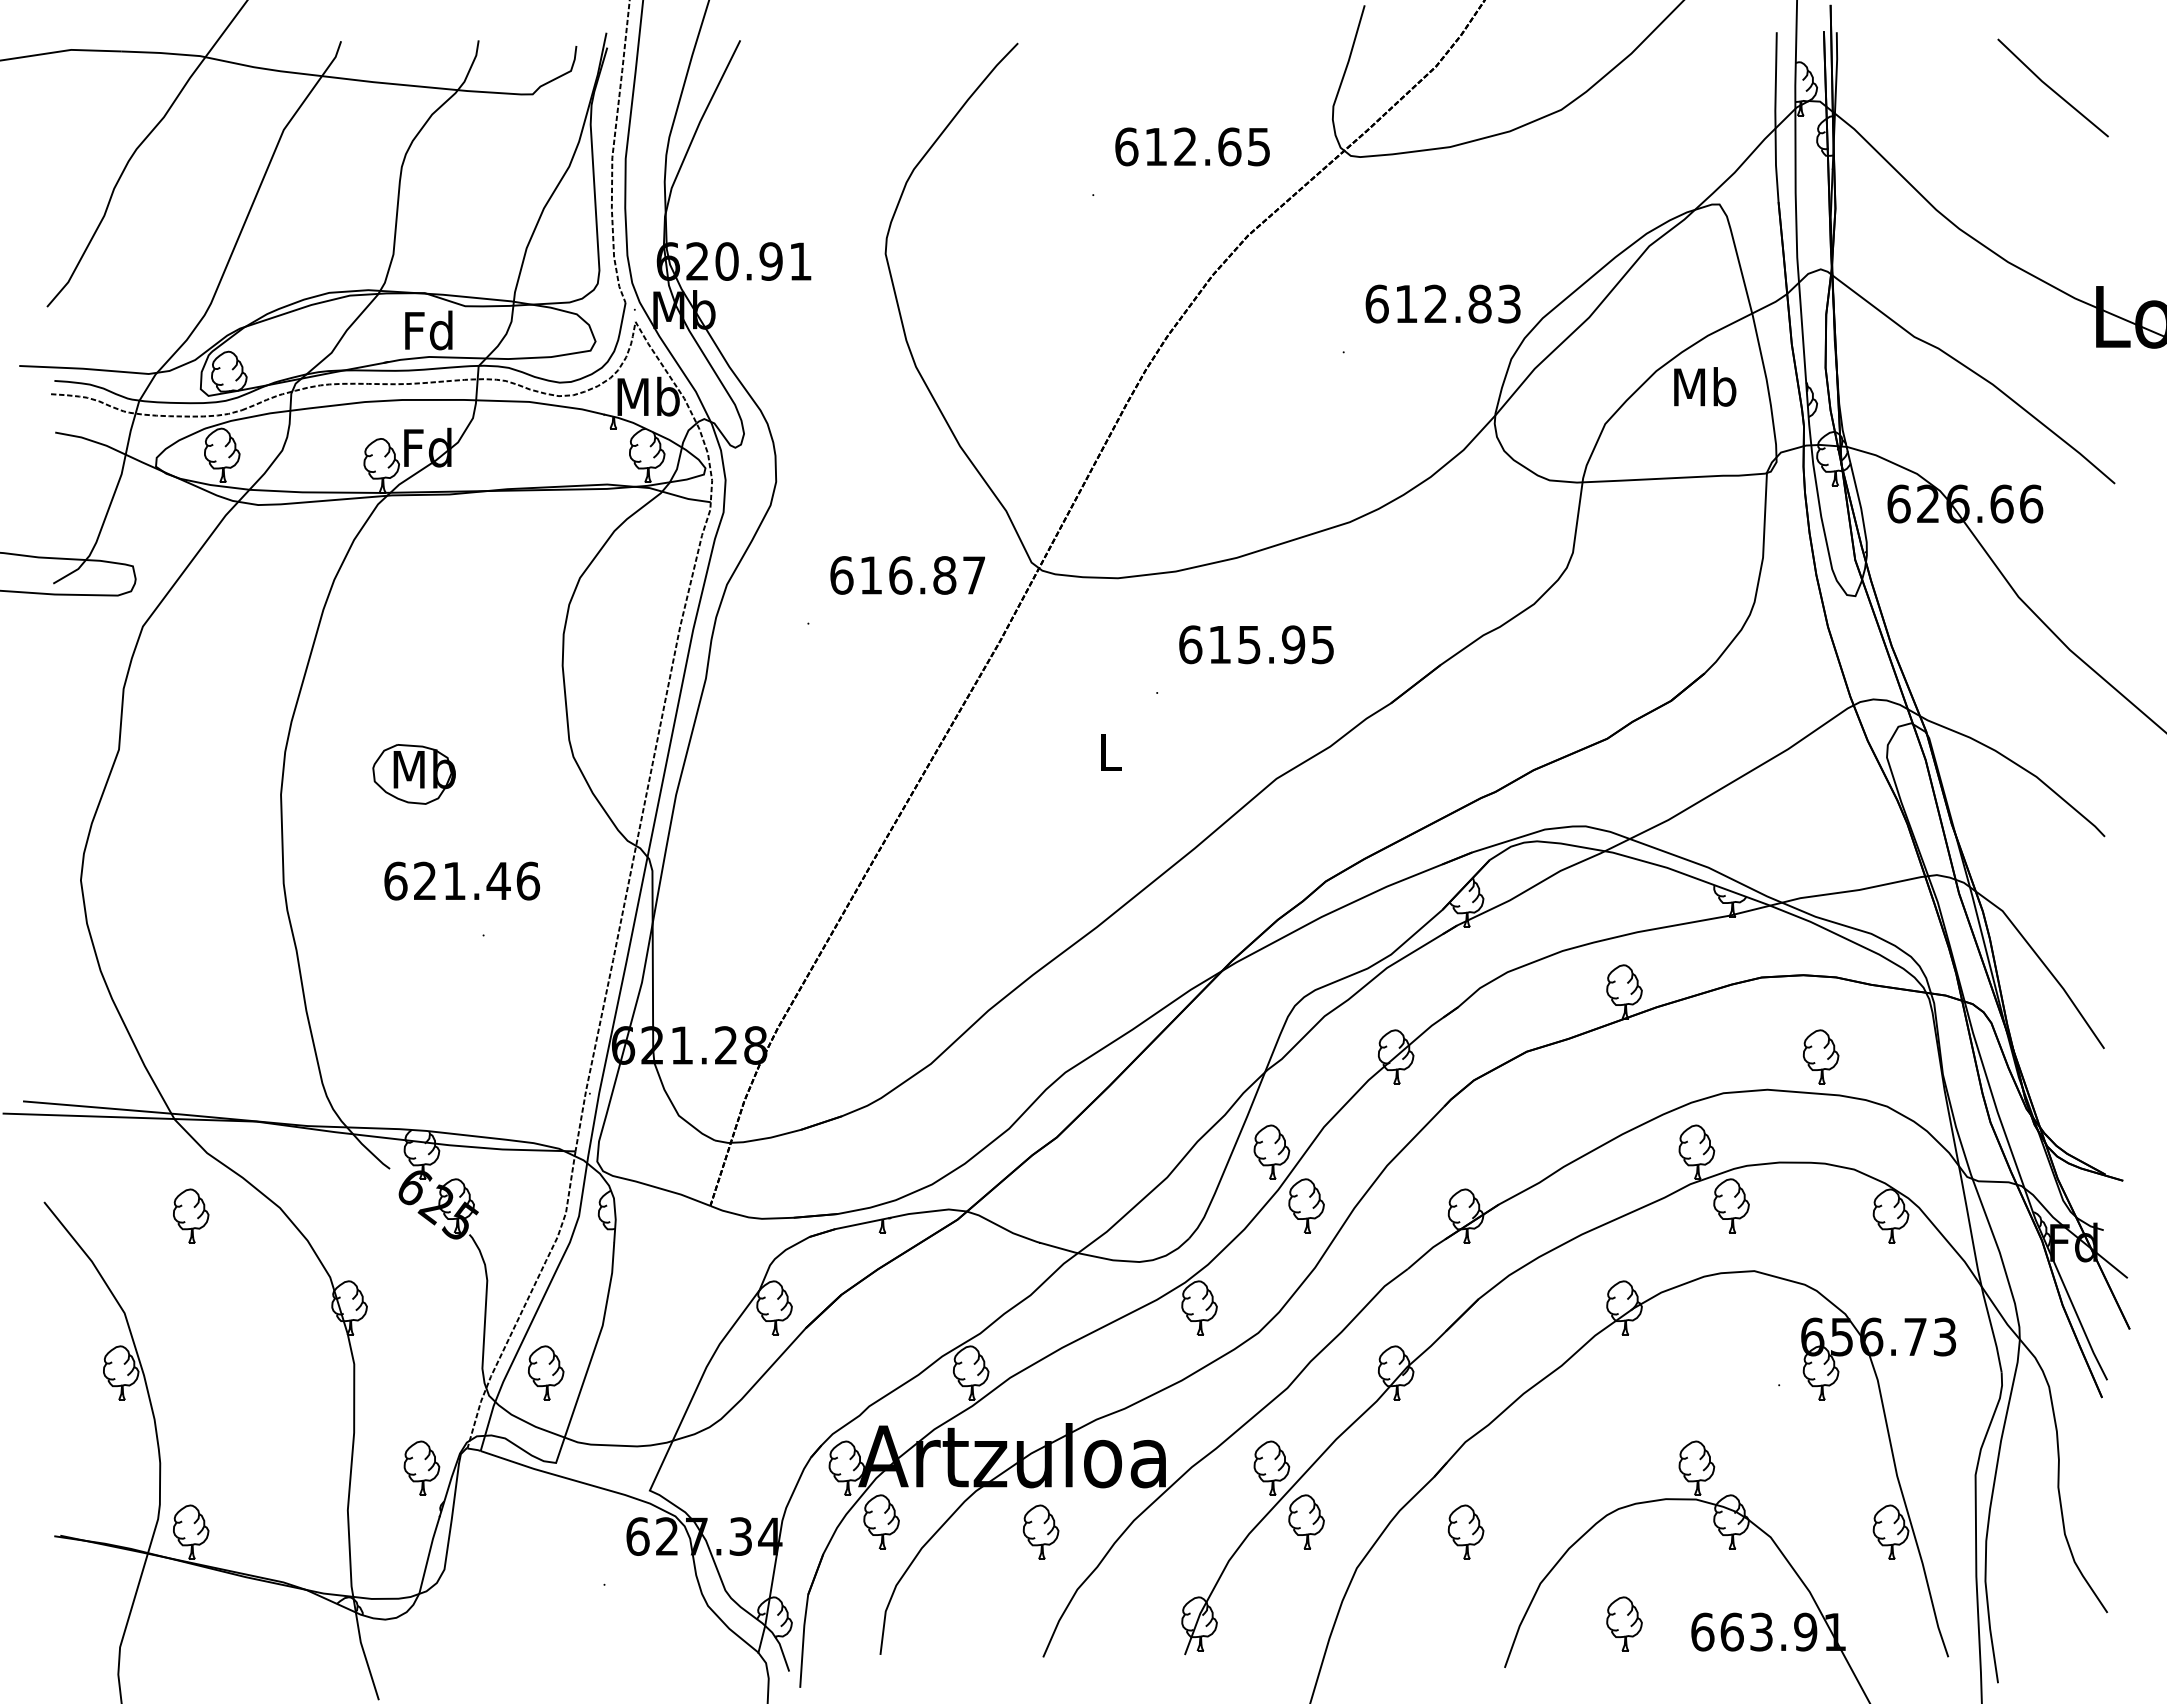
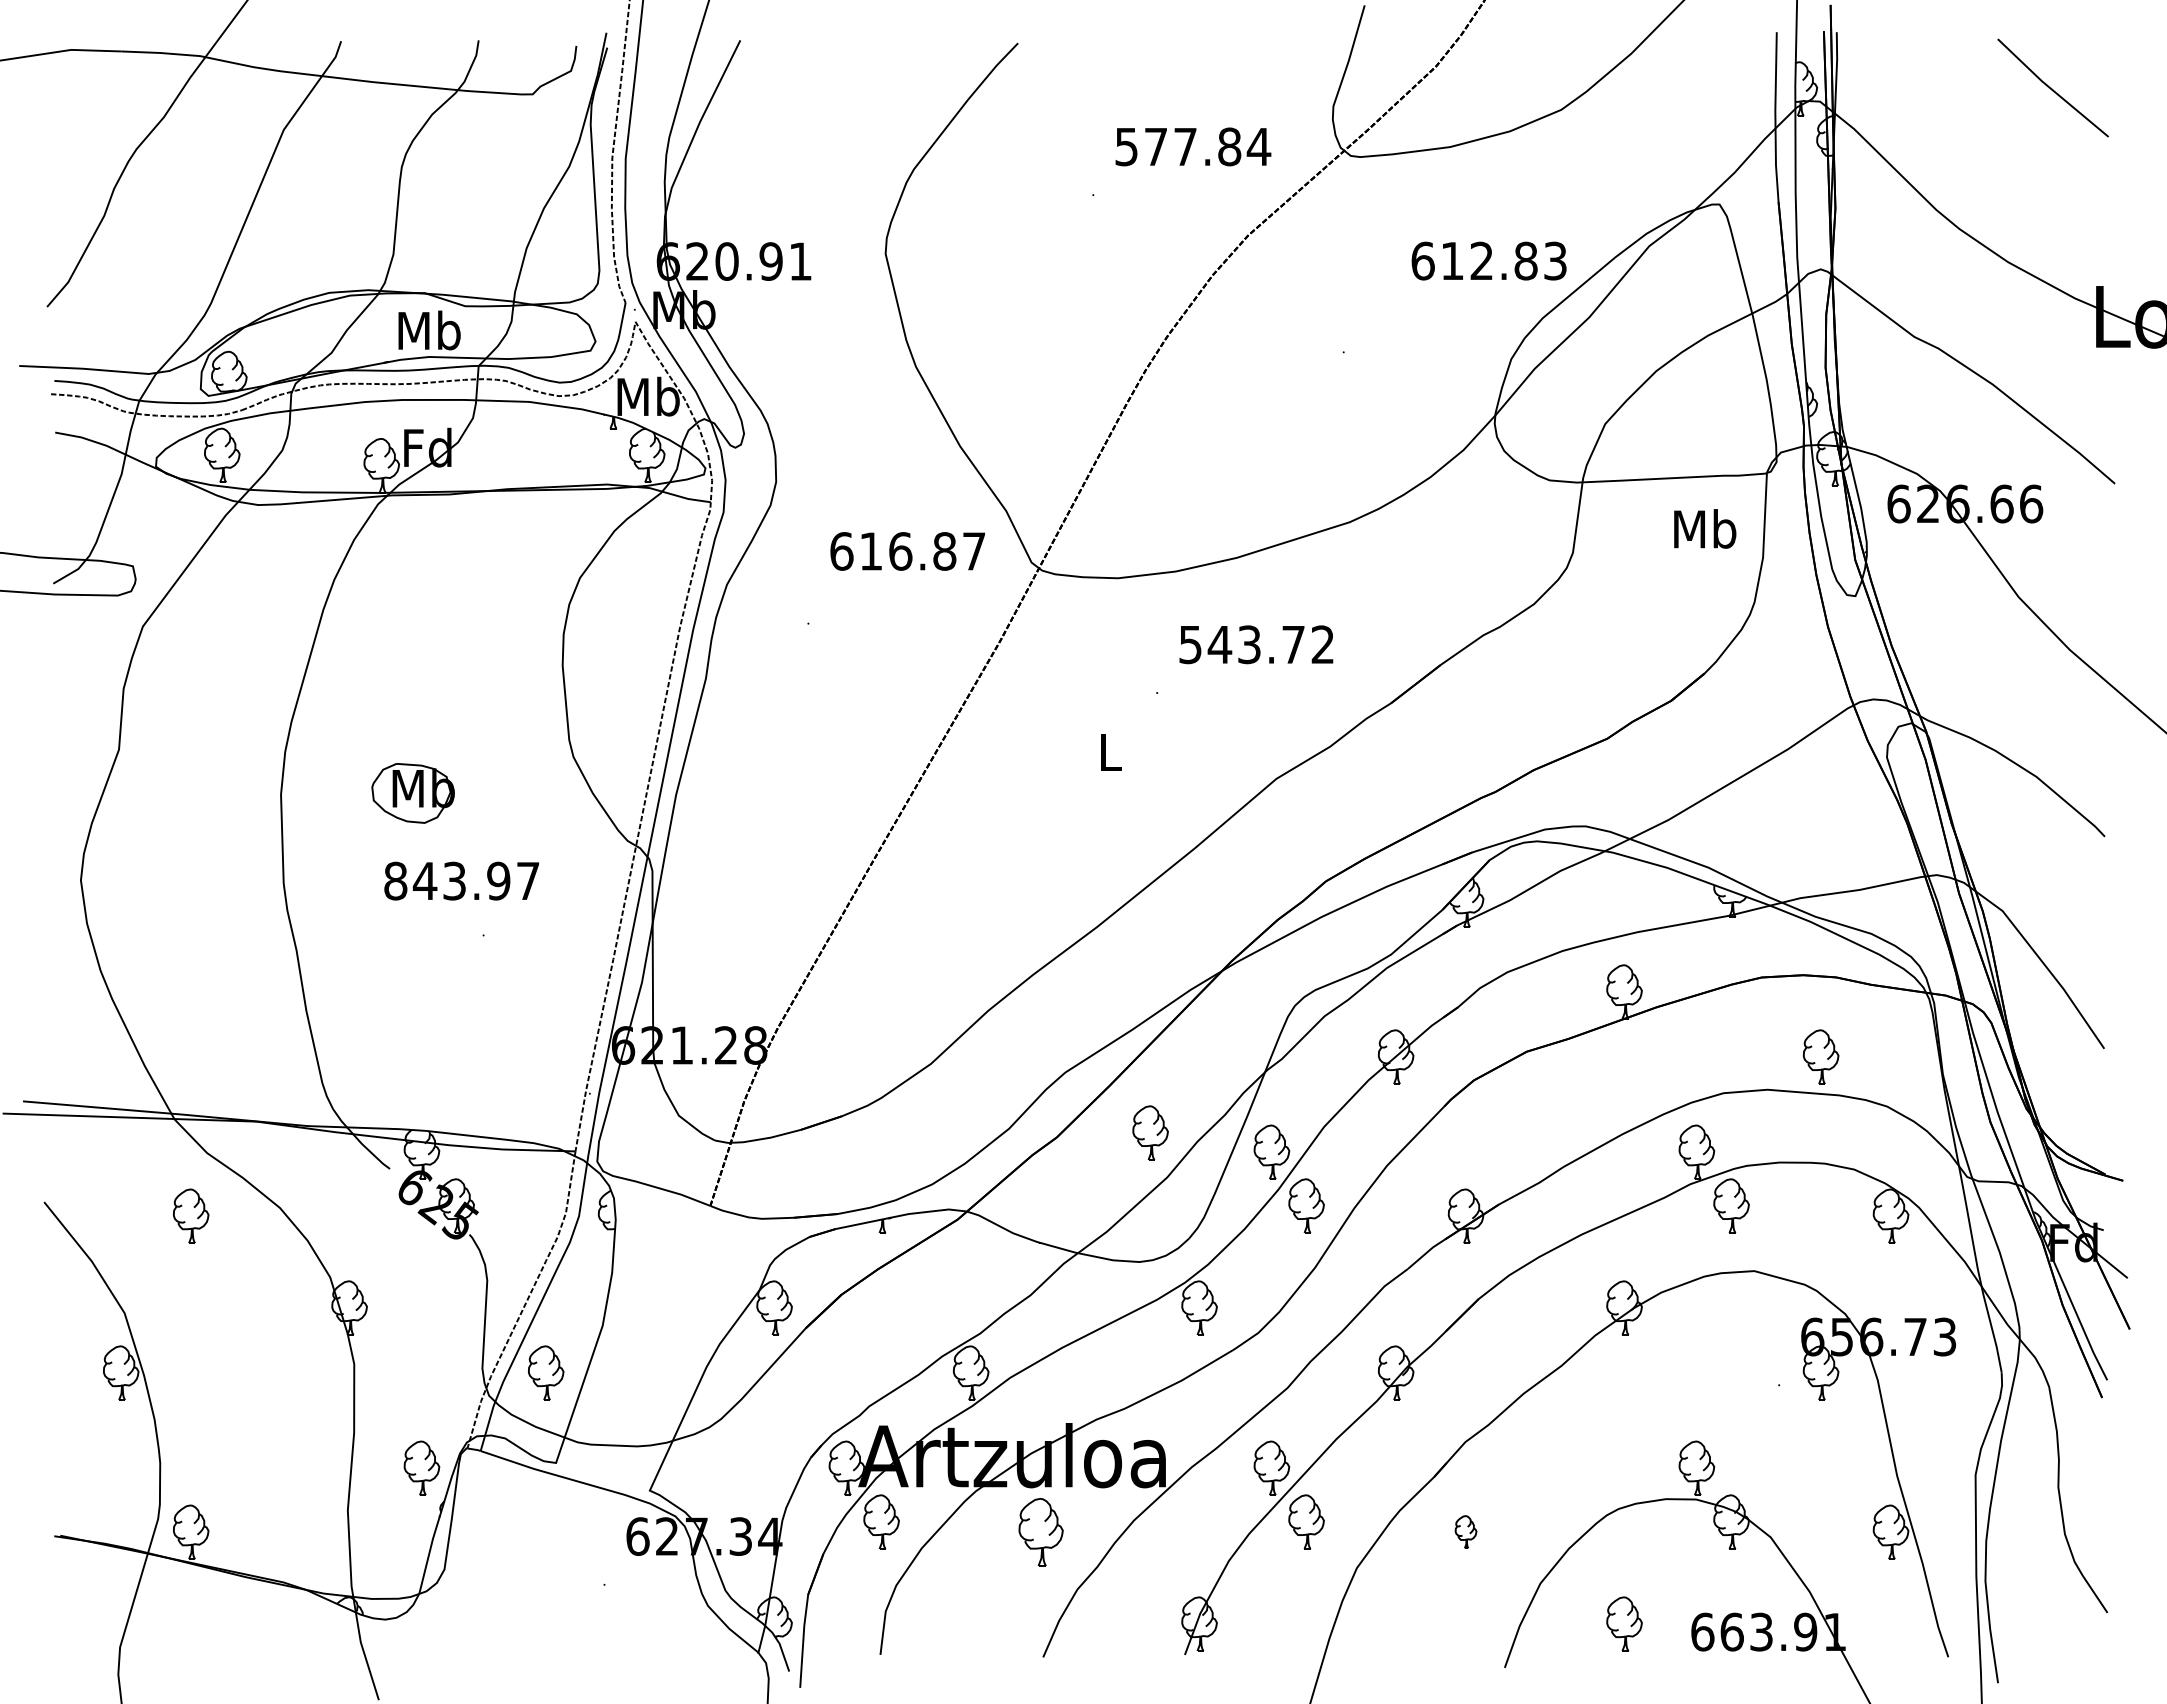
text at (1193, 146): 612.65 -> 577.84
text at (1442, 303) position: (1442, 303) -> (1488, 260)
text at (429, 330): Fd -> Mb
text at (1705, 386) position: (1705, 386) -> (1705, 528)
text at (907, 575) position: (907, 575) -> (907, 551)
text at (1256, 644): 615.95 -> 543.72
part at (413, 774) position: (413, 774) -> (412, 793)
text at (462, 880): 621.46 -> 843.97
part at (1150, 1132): none -> present
part at (1040, 1531) size: 38x56 px -> 46x69 px
part at (1465, 1531) size: 38x56 px -> 24x34 px
